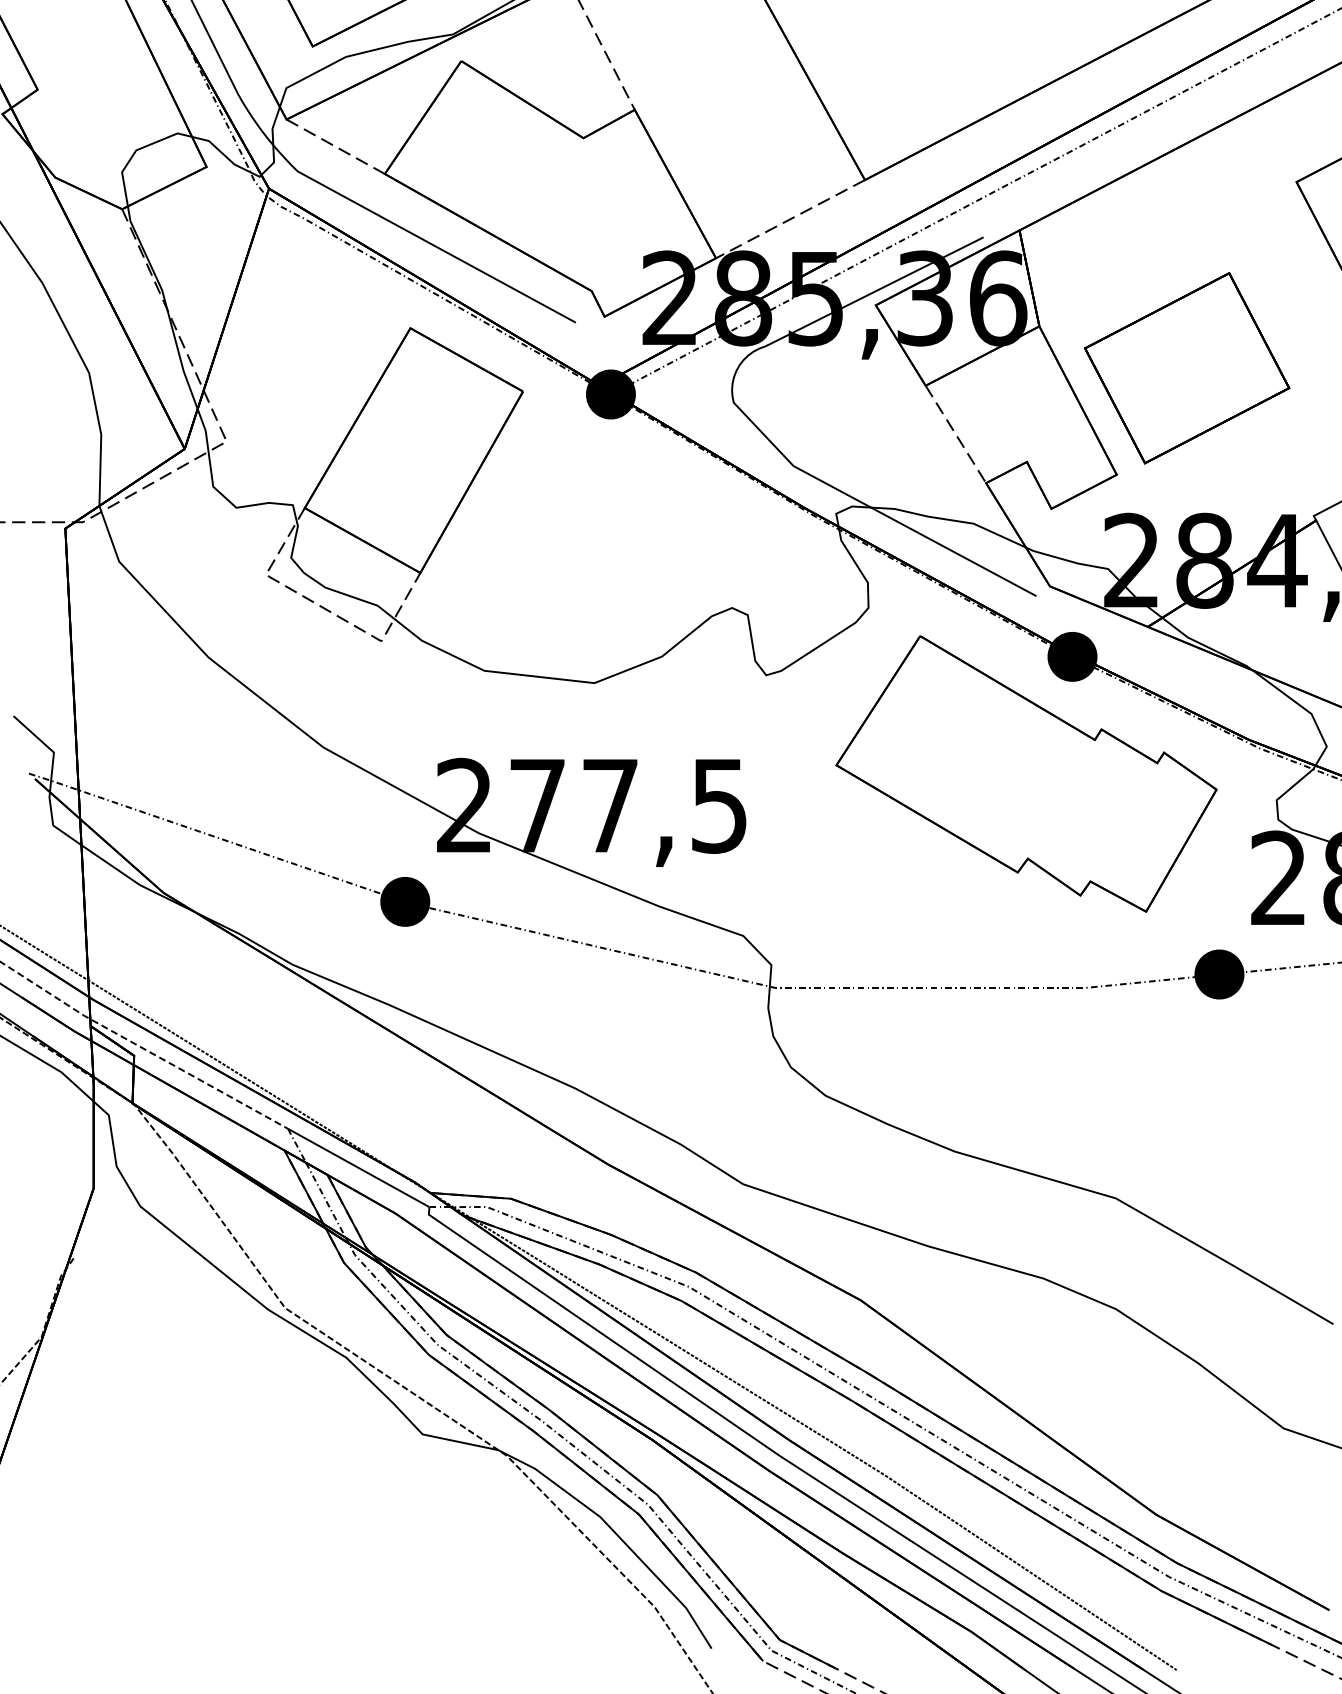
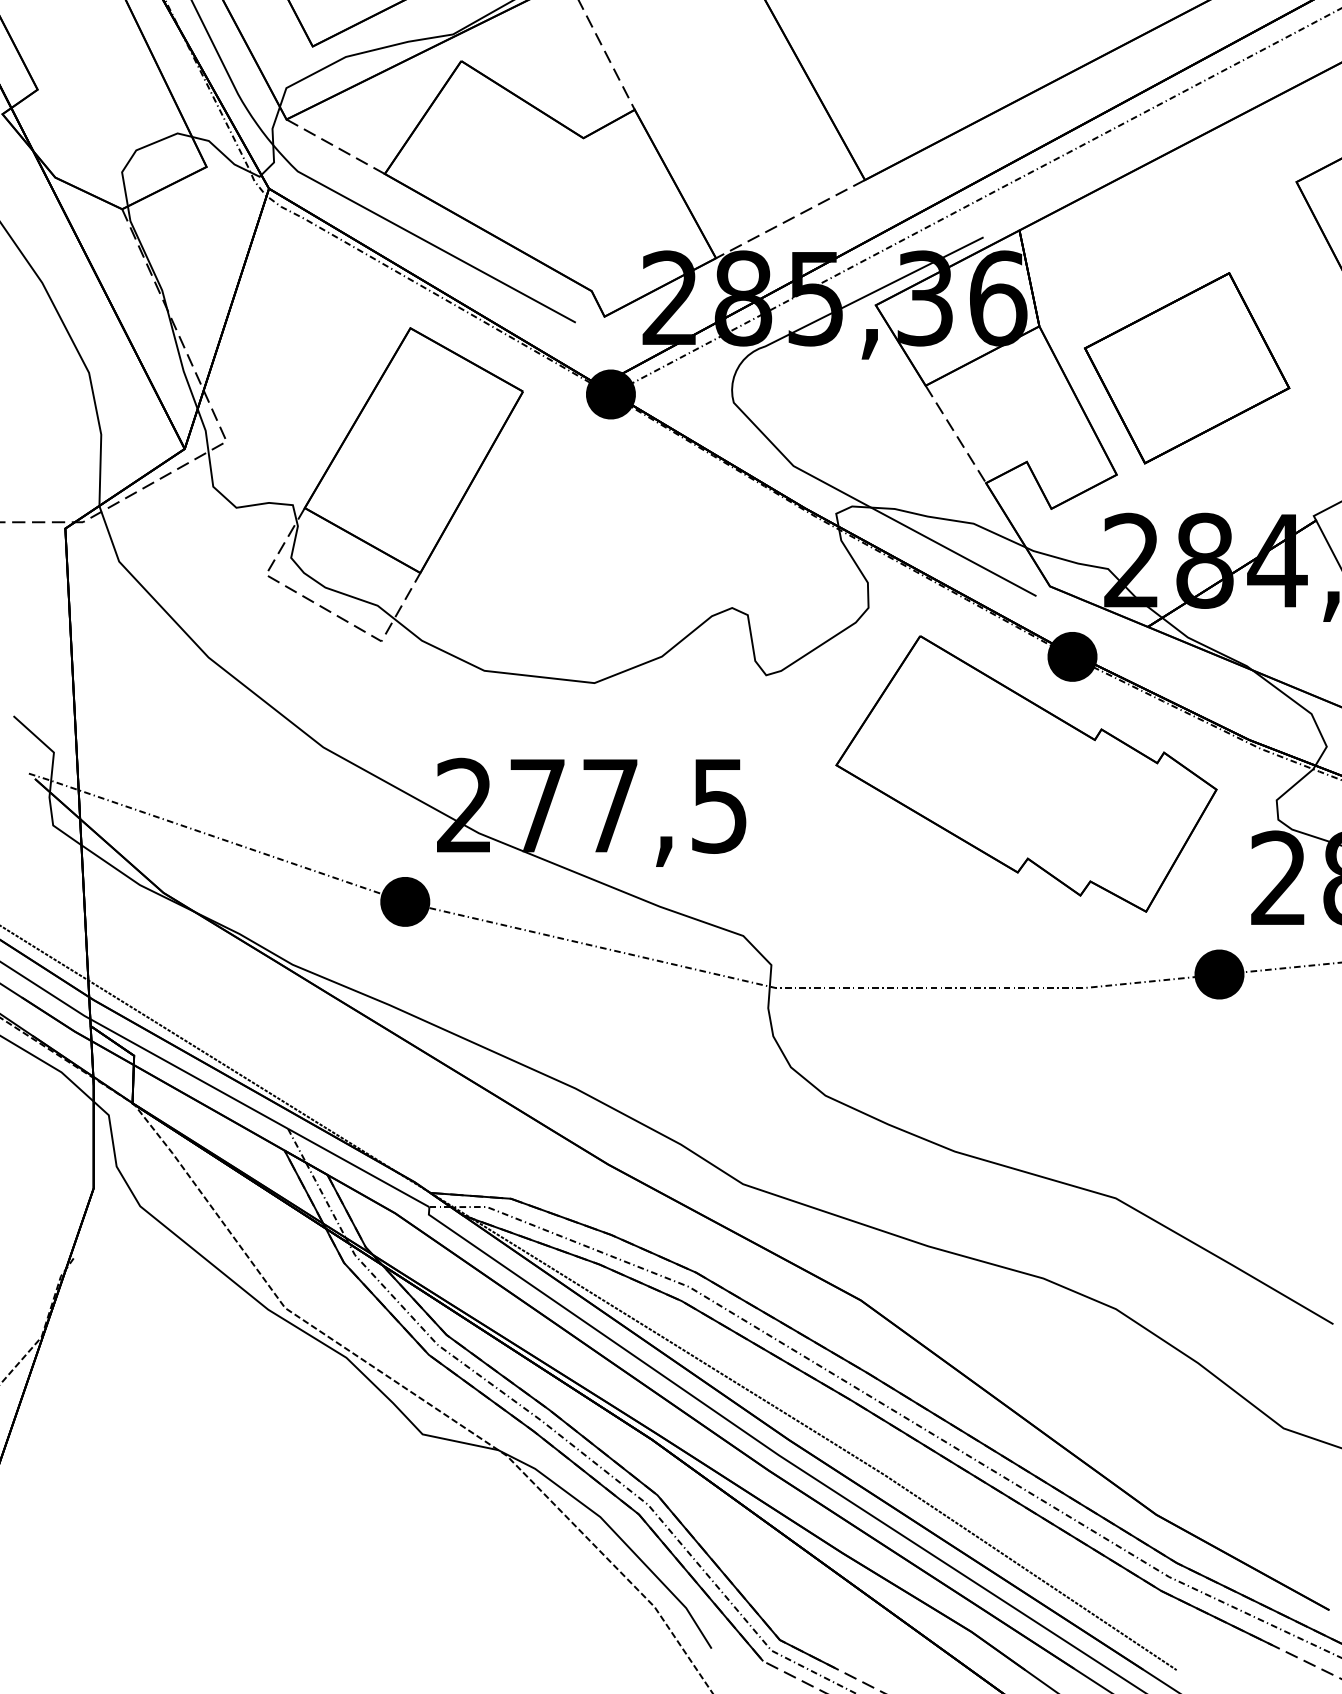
line at (142, 1047): dashed -> solid
